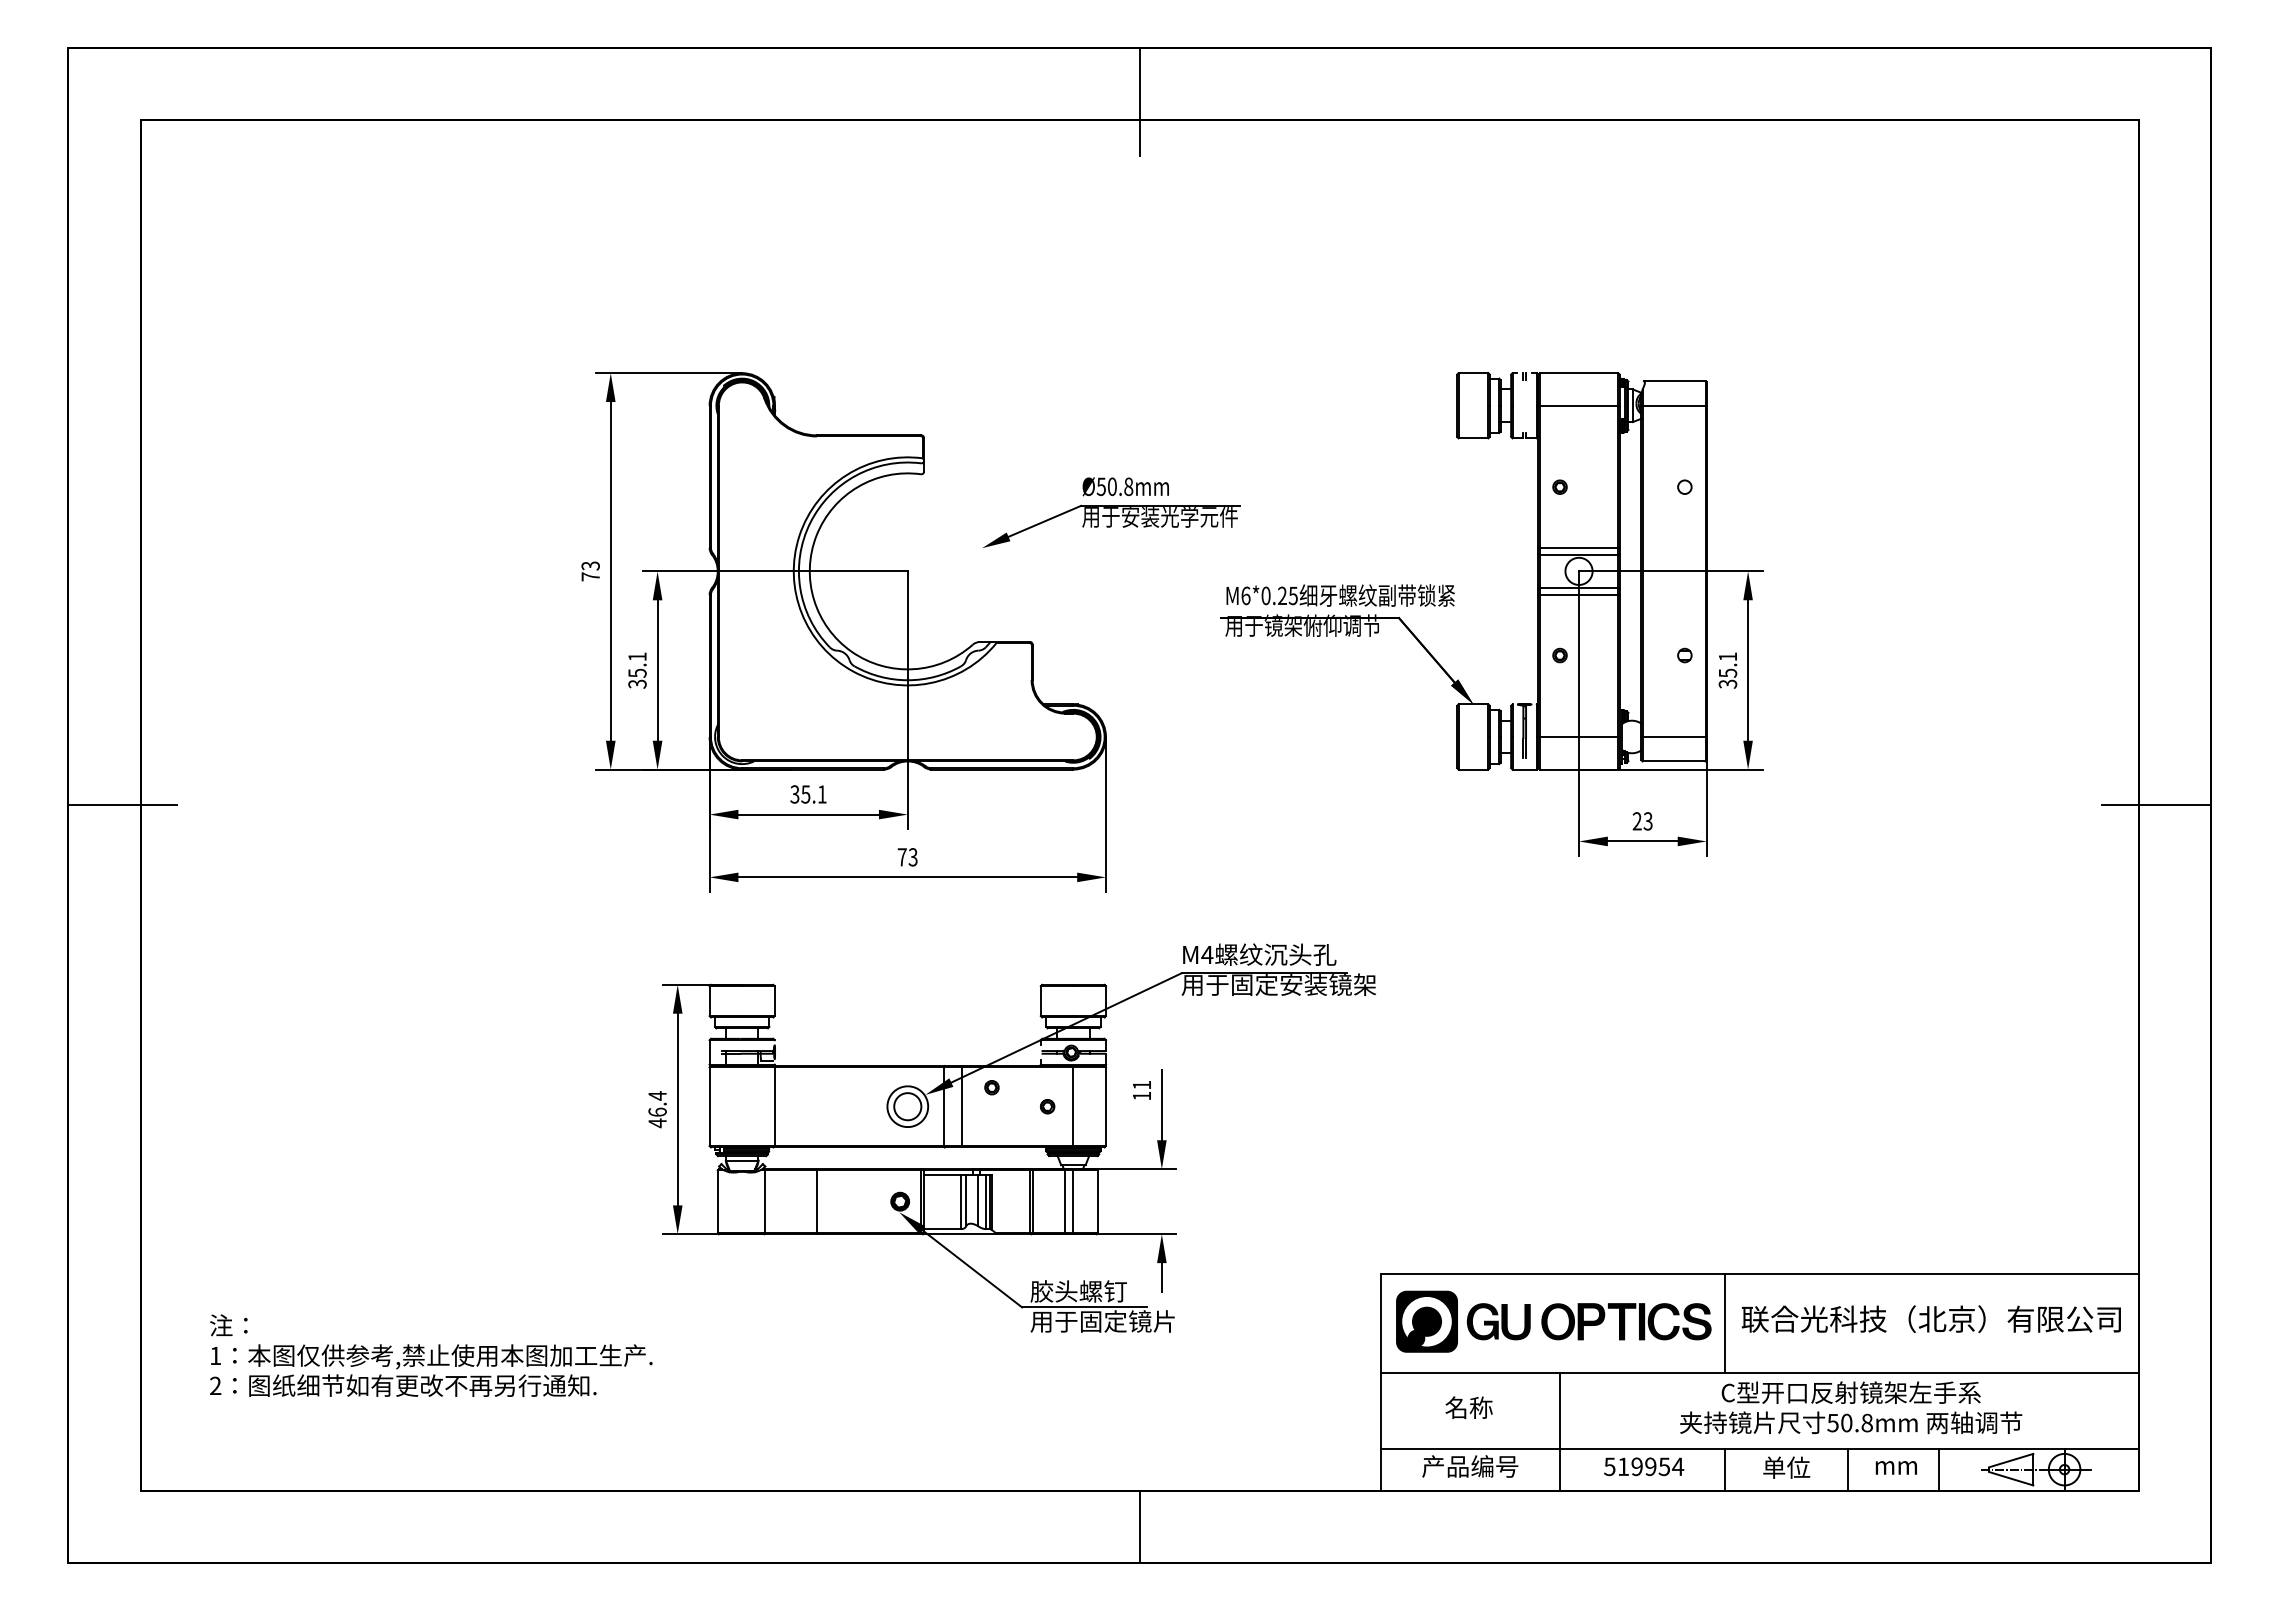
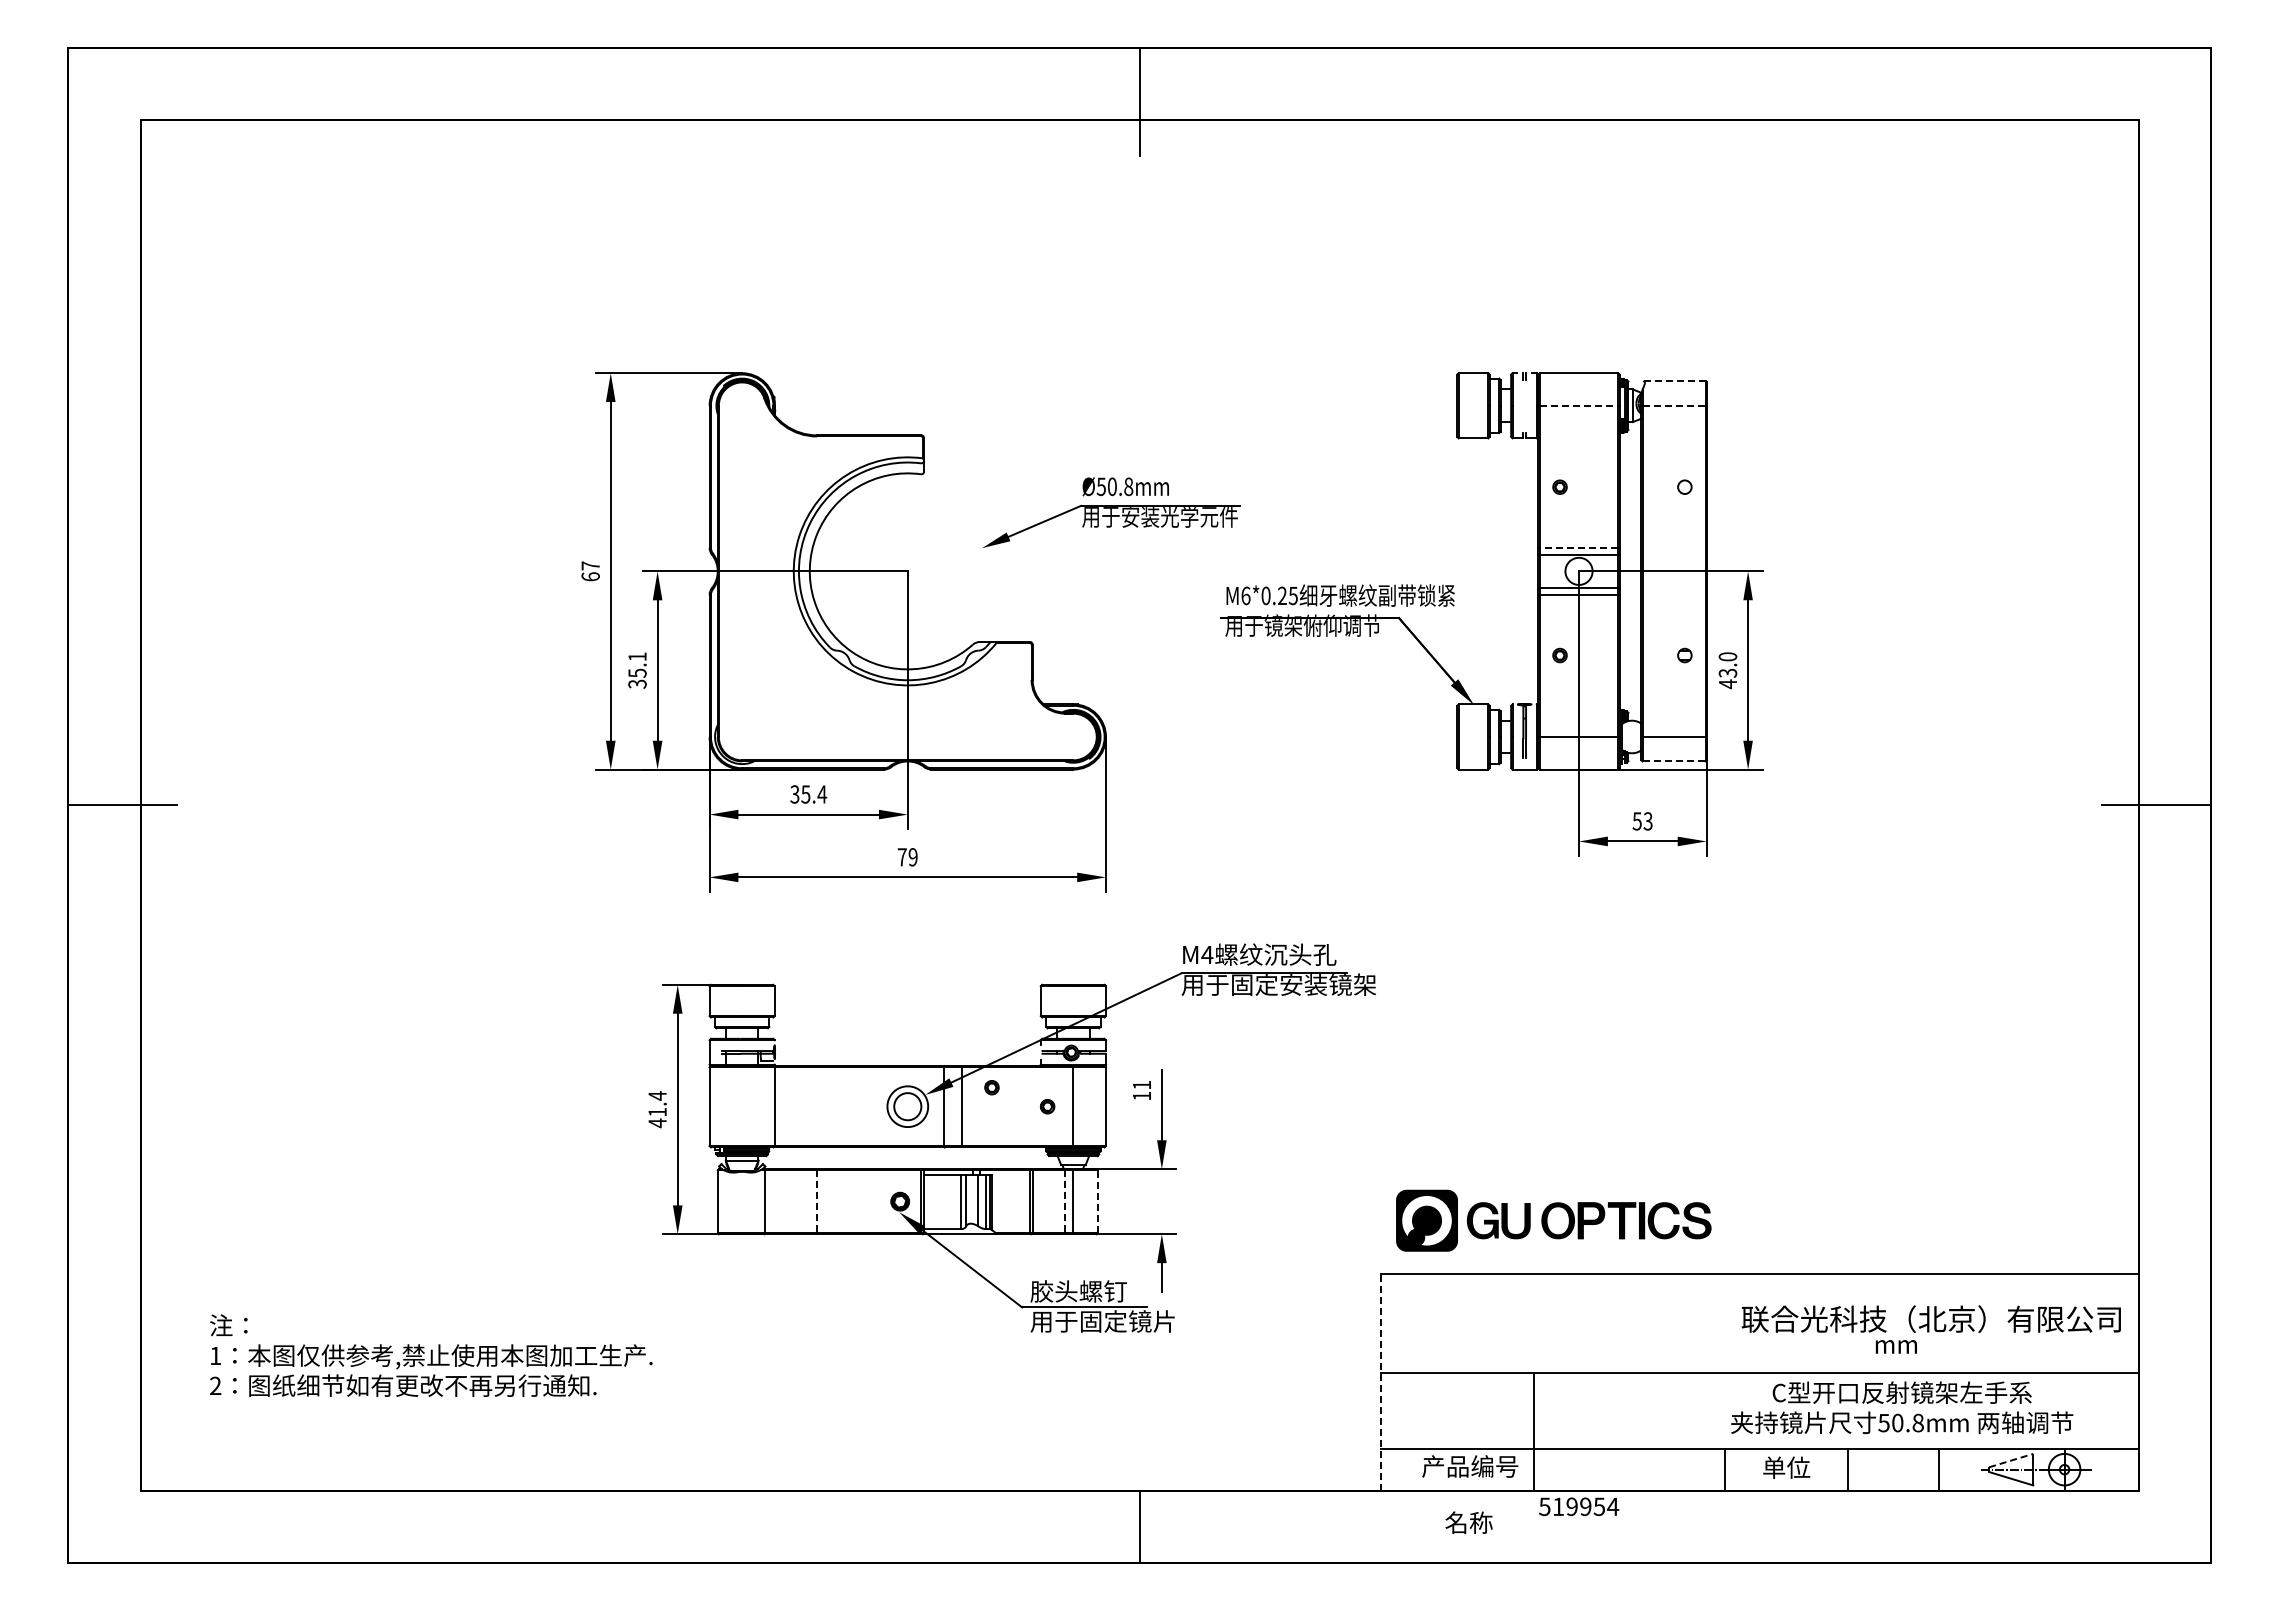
line at (1674, 381): solid -> dashed
line at (1579, 405): solid -> dashed
line at (1674, 405): solid -> dashed
line at (1578, 547): solid -> dashed
text at (590, 571): 73 -> 67
text at (1727, 670): 35.1 -> 43.0
line at (1674, 761): solid -> dashed
text at (822, 794): 35.1 -> 35.4
text at (1636, 821): 23 -> 53
text at (912, 857): 73 -> 79
text at (657, 1111): 46.4 -> 41.4
line at (1097, 1201): solid -> dashed
line at (816, 1202): solid -> dashed
line at (1065, 1202): solid -> dashed
part at (1553, 1321) position: (1553, 1321) -> (1553, 1220)
line at (1724, 1323): present -> none
line at (1381, 1382): solid -> dashed
text at (1468, 1407) position: (1468, 1407) -> (1468, 1522)
text at (1851, 1407) position: (1851, 1407) -> (1902, 1407)
line at (1559, 1431) position: (1559, 1431) -> (1533, 1431)
line at (2011, 1460): solid -> dashed
text at (1644, 1466) position: (1644, 1466) -> (1579, 1506)
text at (1895, 1467) position: (1895, 1467) -> (1895, 1346)
